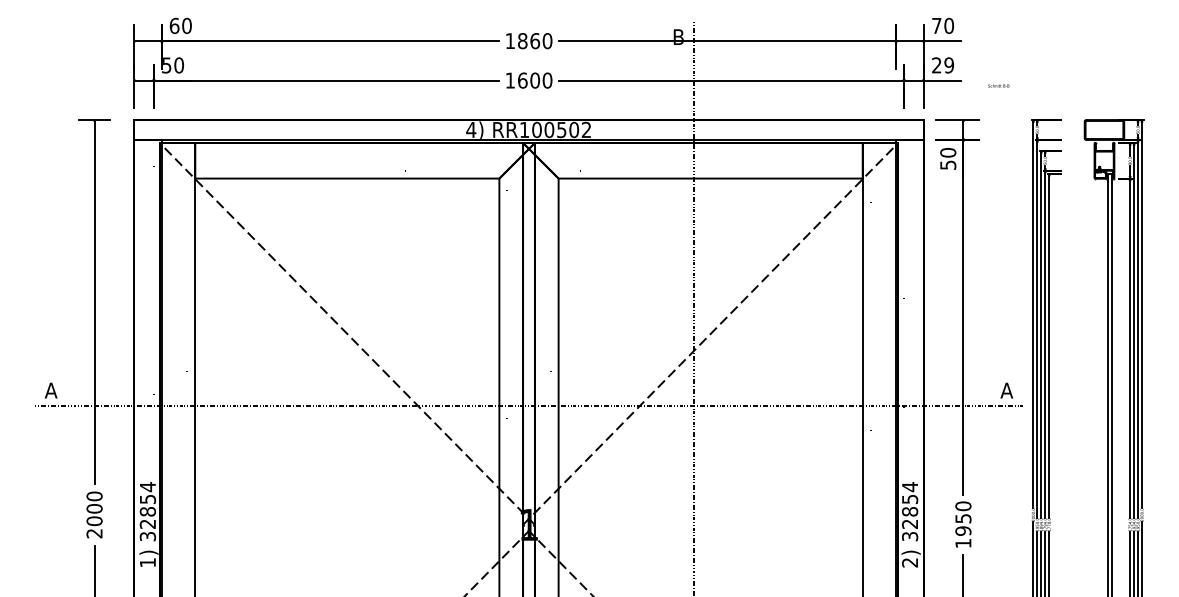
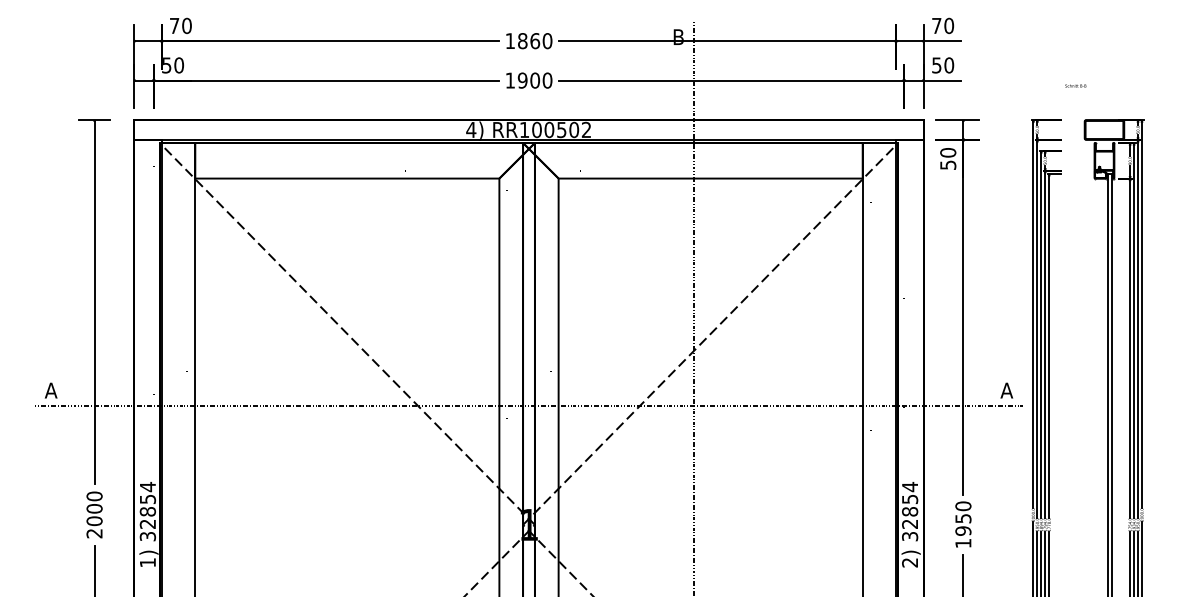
text at (174, 25): 60 -> 70
text at (942, 65): 29 -> 50
text at (522, 80): 1600 -> 1900
text at (998, 85) position: (998, 85) -> (1075, 85)
